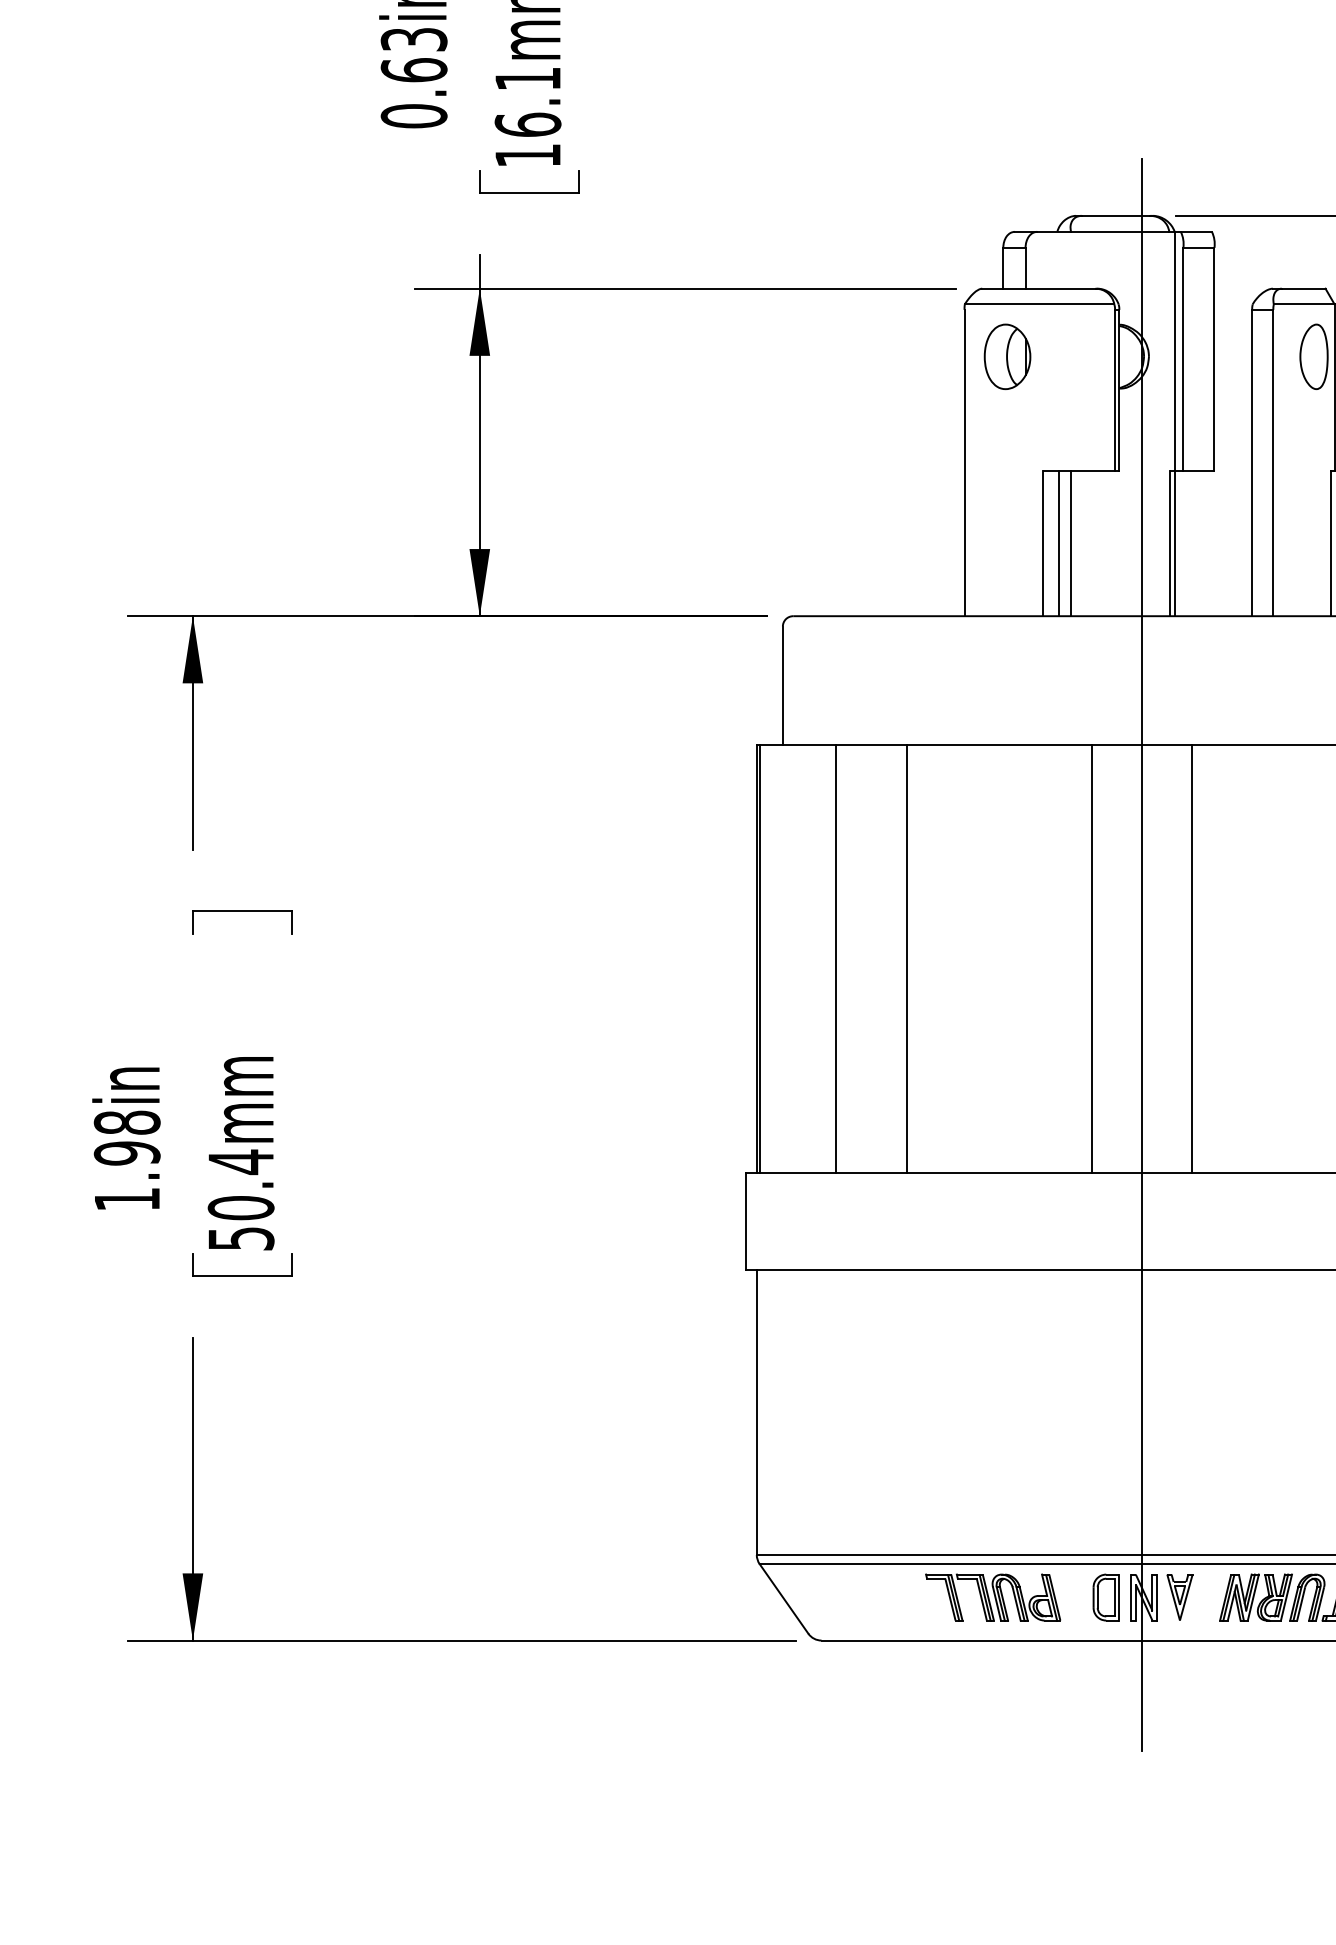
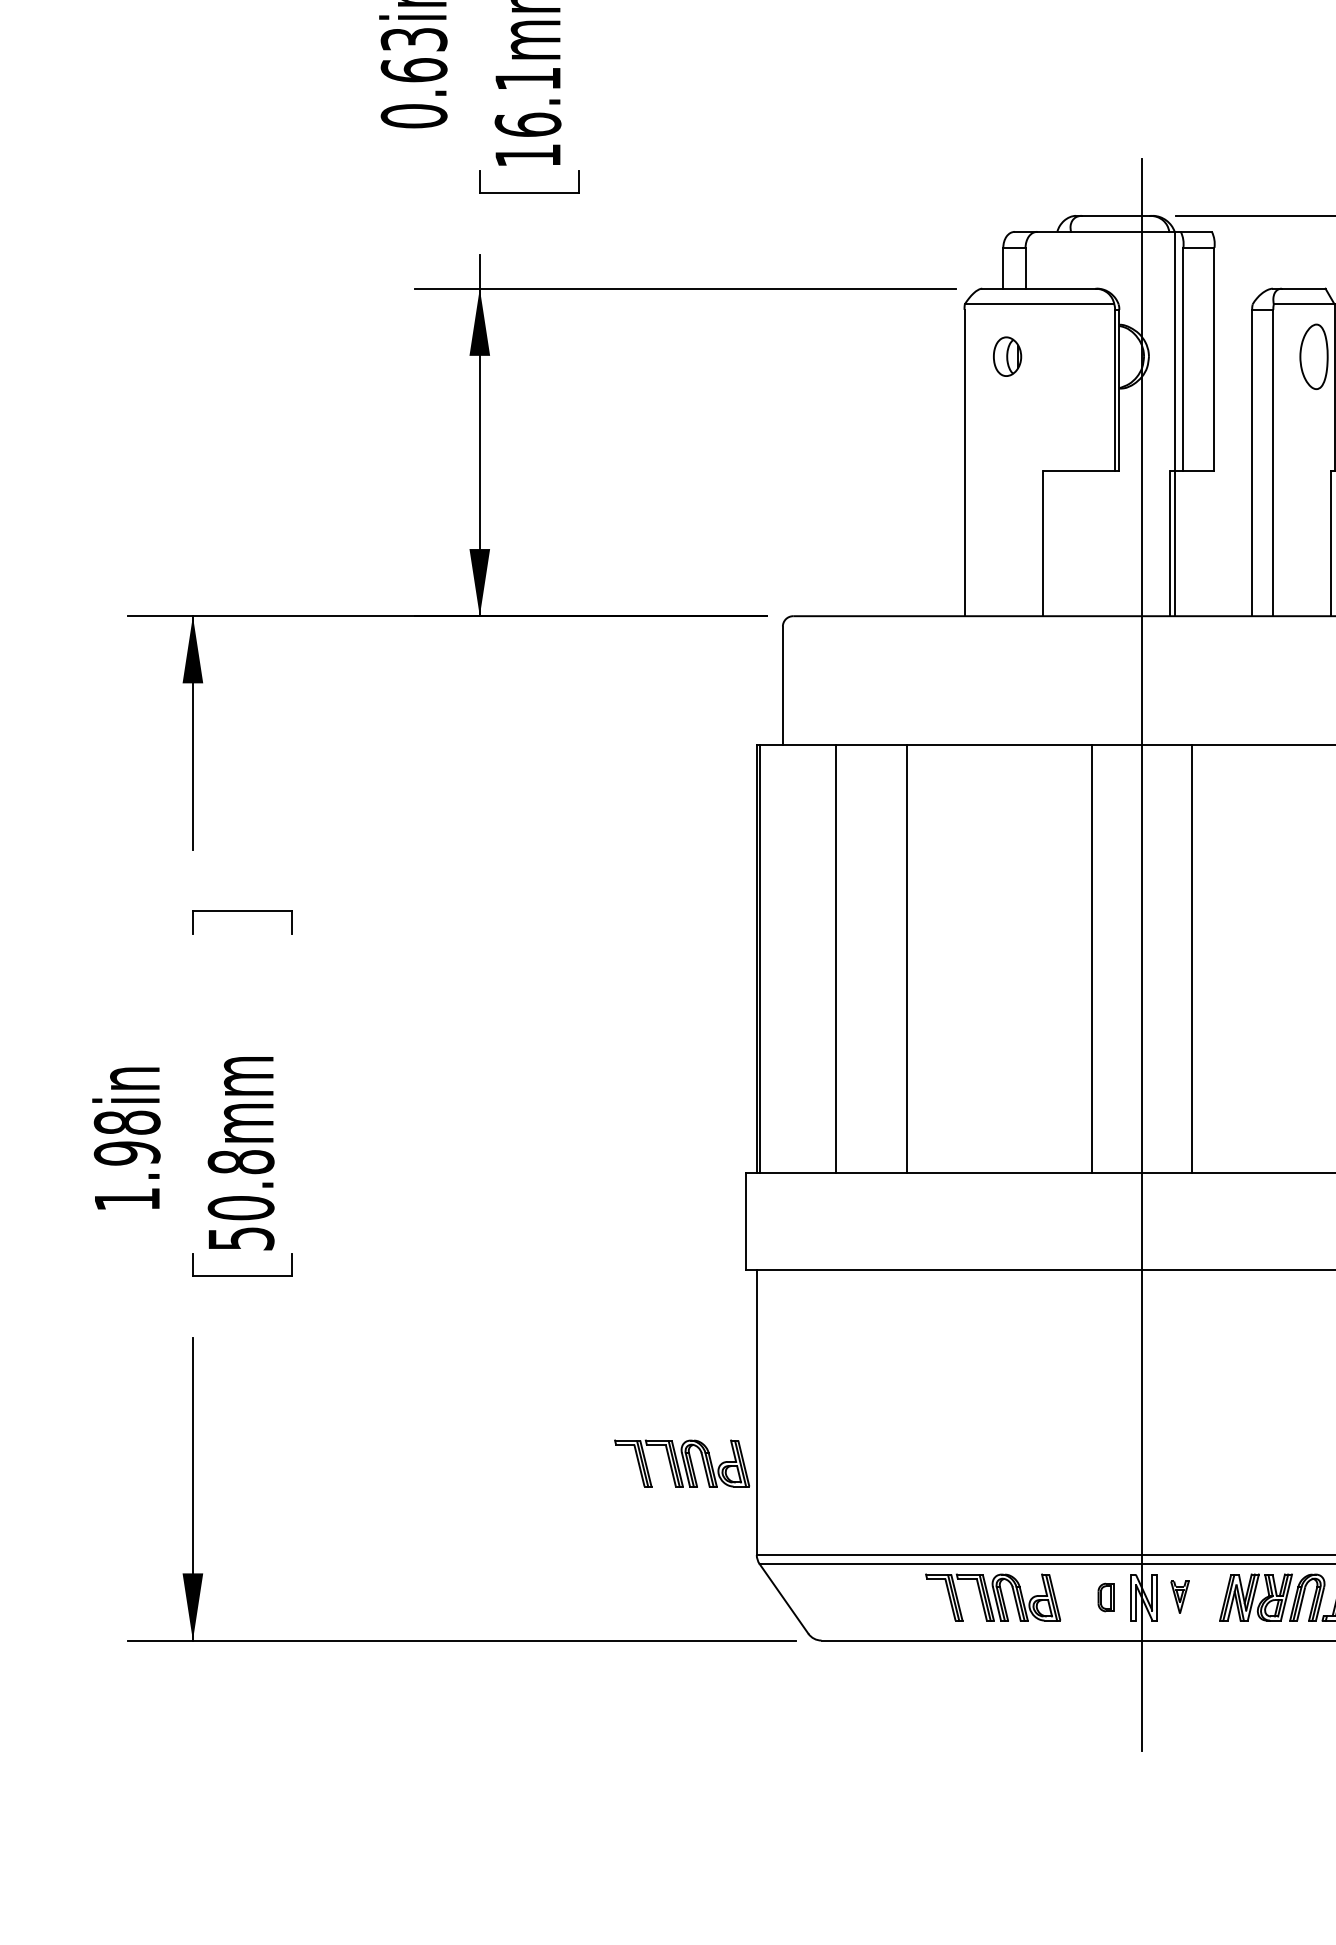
part at (1007, 356) size: 49x67 px -> 30x41 px
line at (1058, 543): present -> none
line at (1071, 543): present -> none
text at (240, 1162): 50.4mm -> 50.8mm
part at (682, 1463): none -> present
part at (1105, 1597) size: 28x49 px -> 18x31 px
part at (1179, 1597) size: 28x47 px -> 20x34 px
